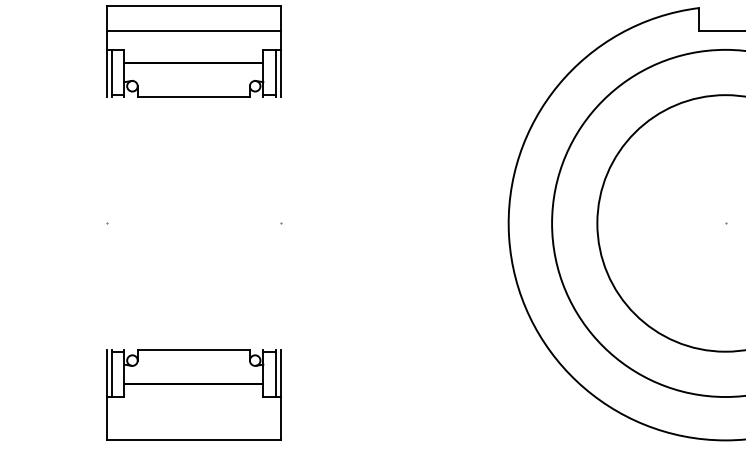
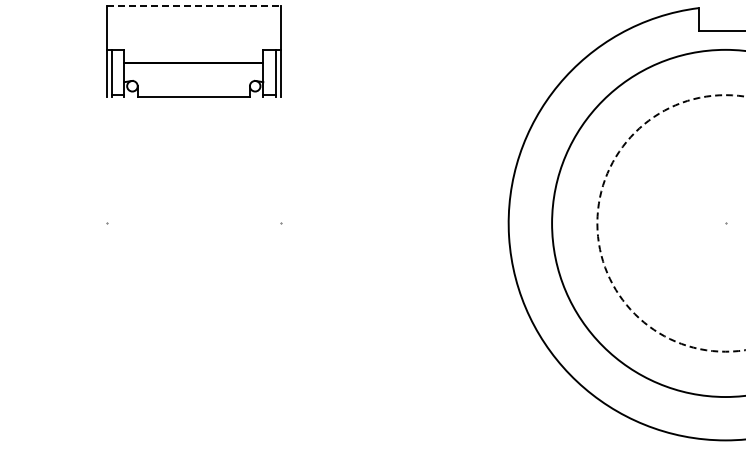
line at (193, 6): solid -> dashed
line at (193, 30): present -> none
circle at (671, 223): solid -> dashed
part at (193, 394): present -> none
